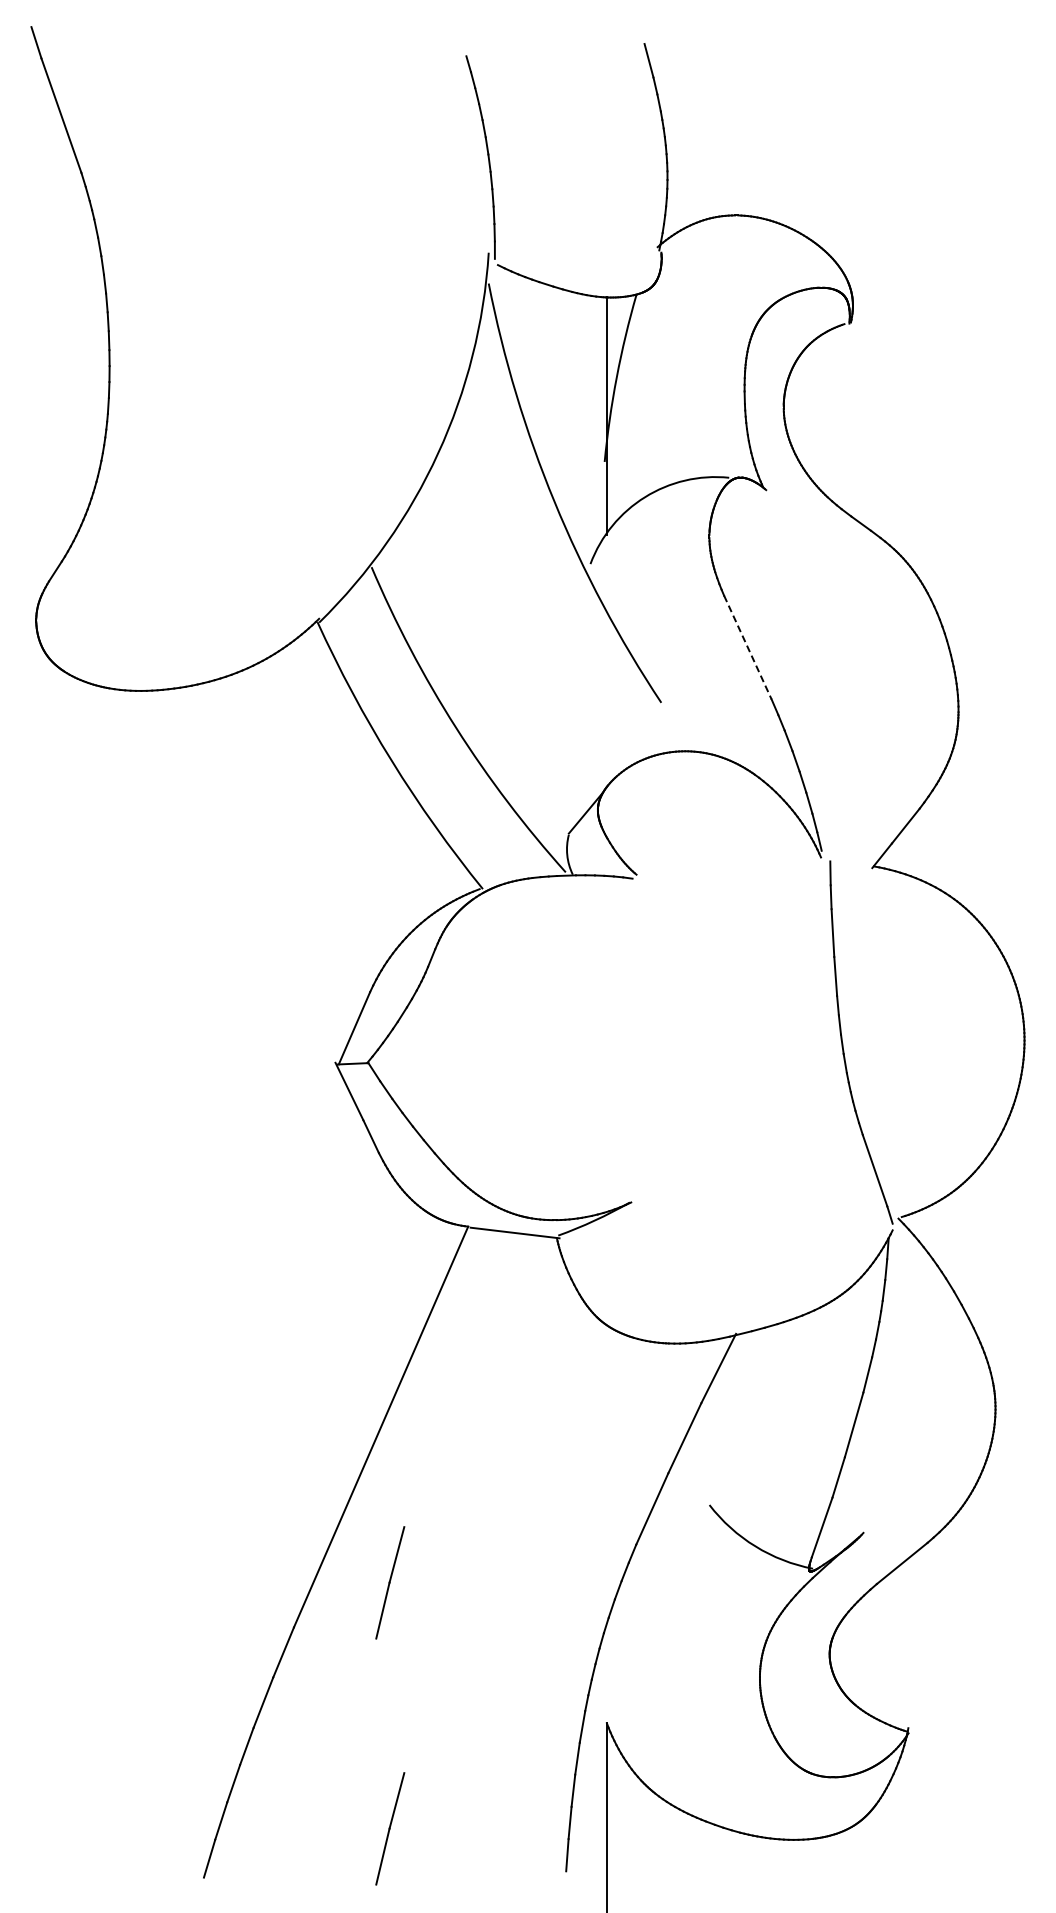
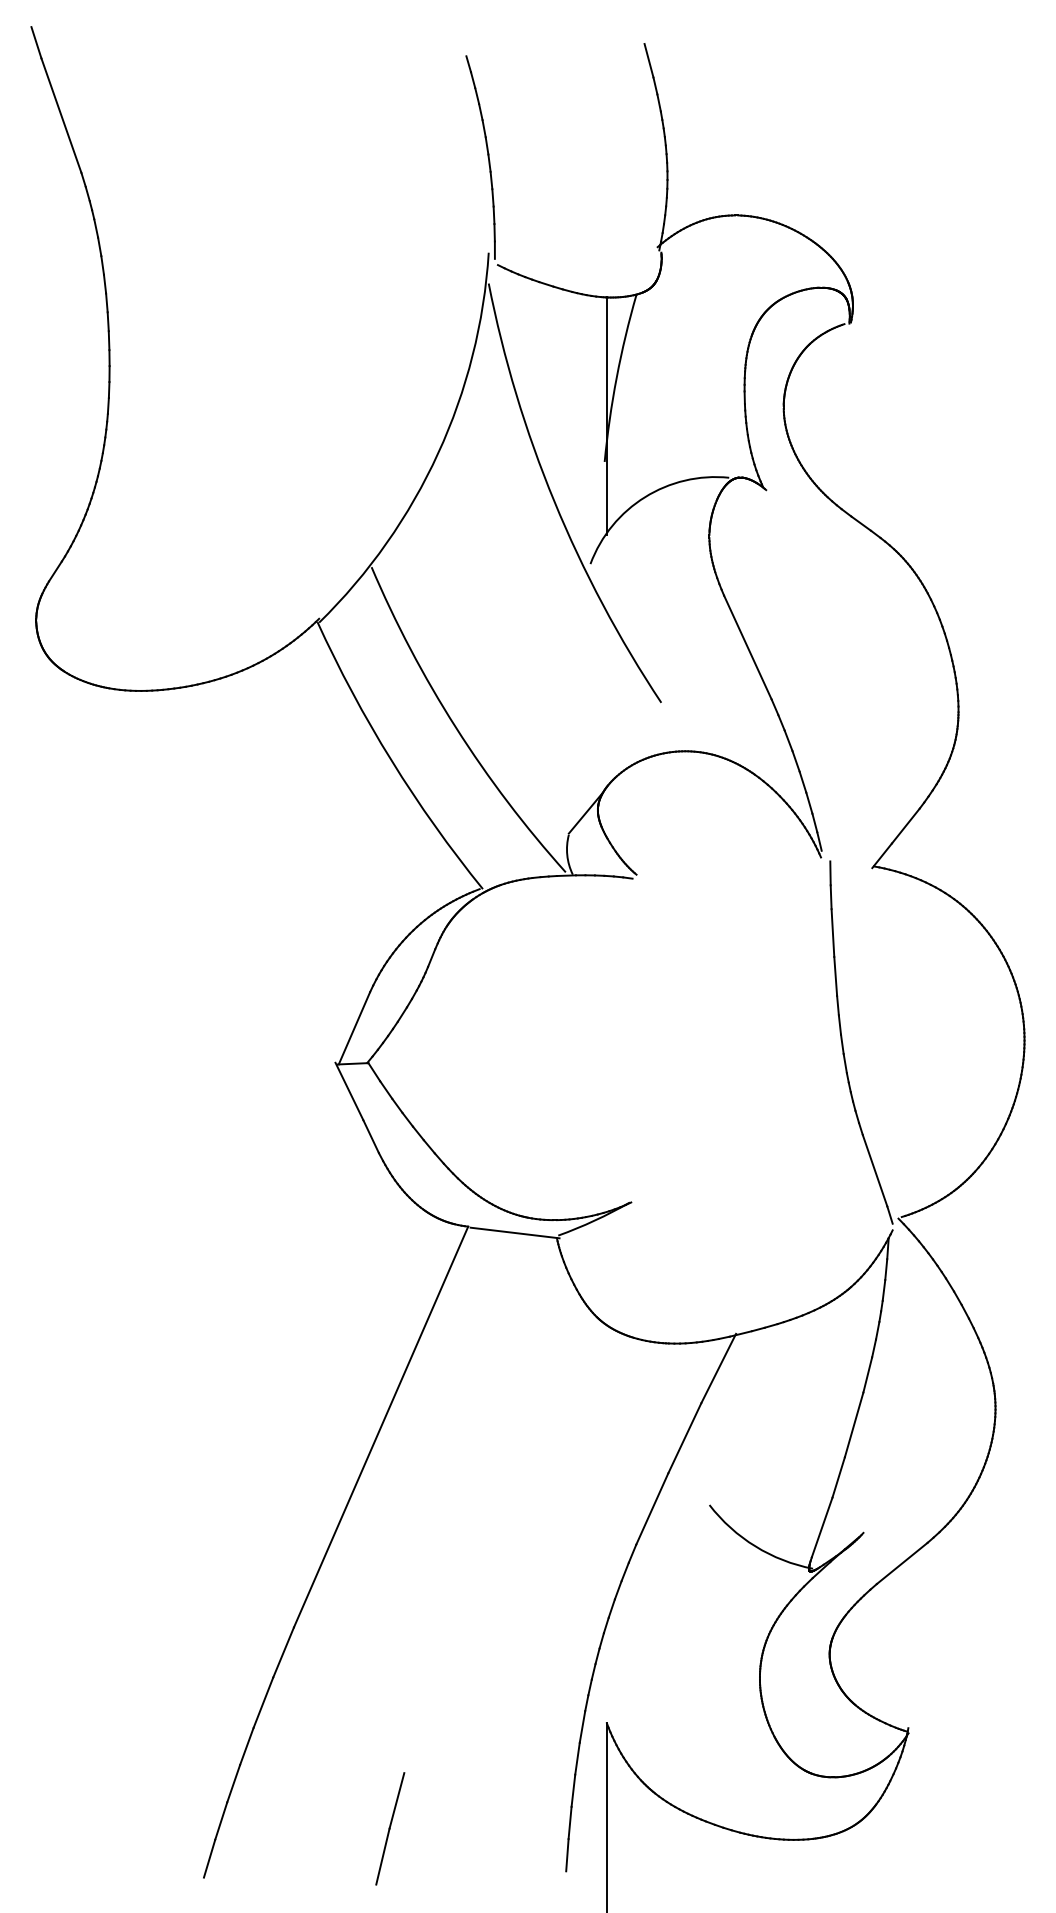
line at (748, 648): dashed -> solid
line at (390, 1582): present -> none
